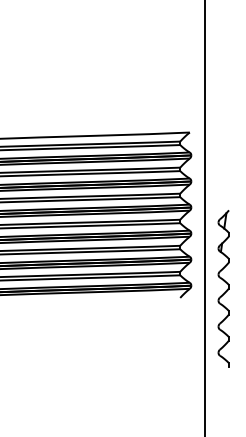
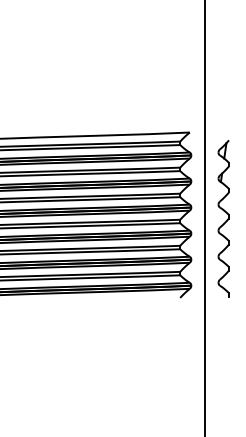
part at (223, 288) position: (223, 288) -> (223, 218)
